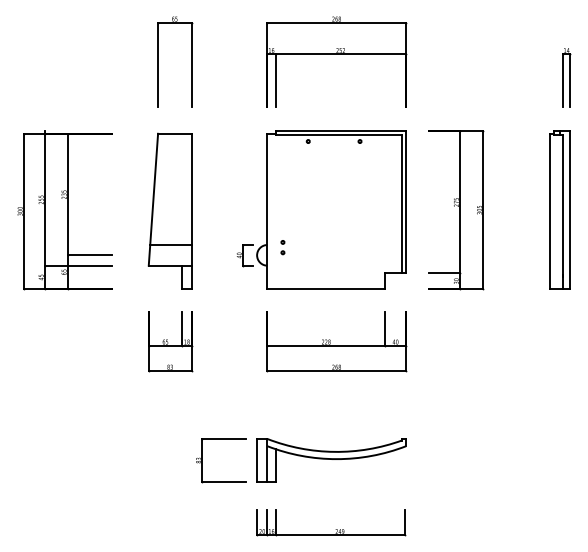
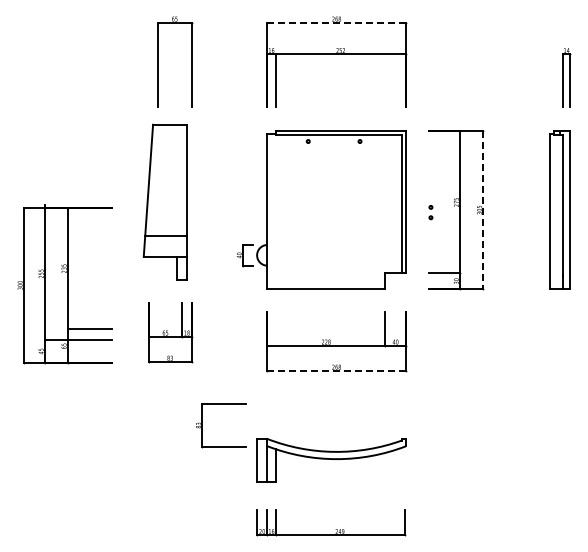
line at (337, 22): solid -> dashed
part at (64, 210) position: (64, 210) -> (64, 284)
part at (169, 210) position: (169, 210) -> (164, 201)
line at (483, 210): solid -> dashed
part at (282, 247) position: (282, 247) -> (430, 212)
part at (170, 341) position: (170, 341) -> (170, 332)
line at (337, 371): solid -> dashed
part at (202, 460) position: (202, 460) -> (202, 425)
